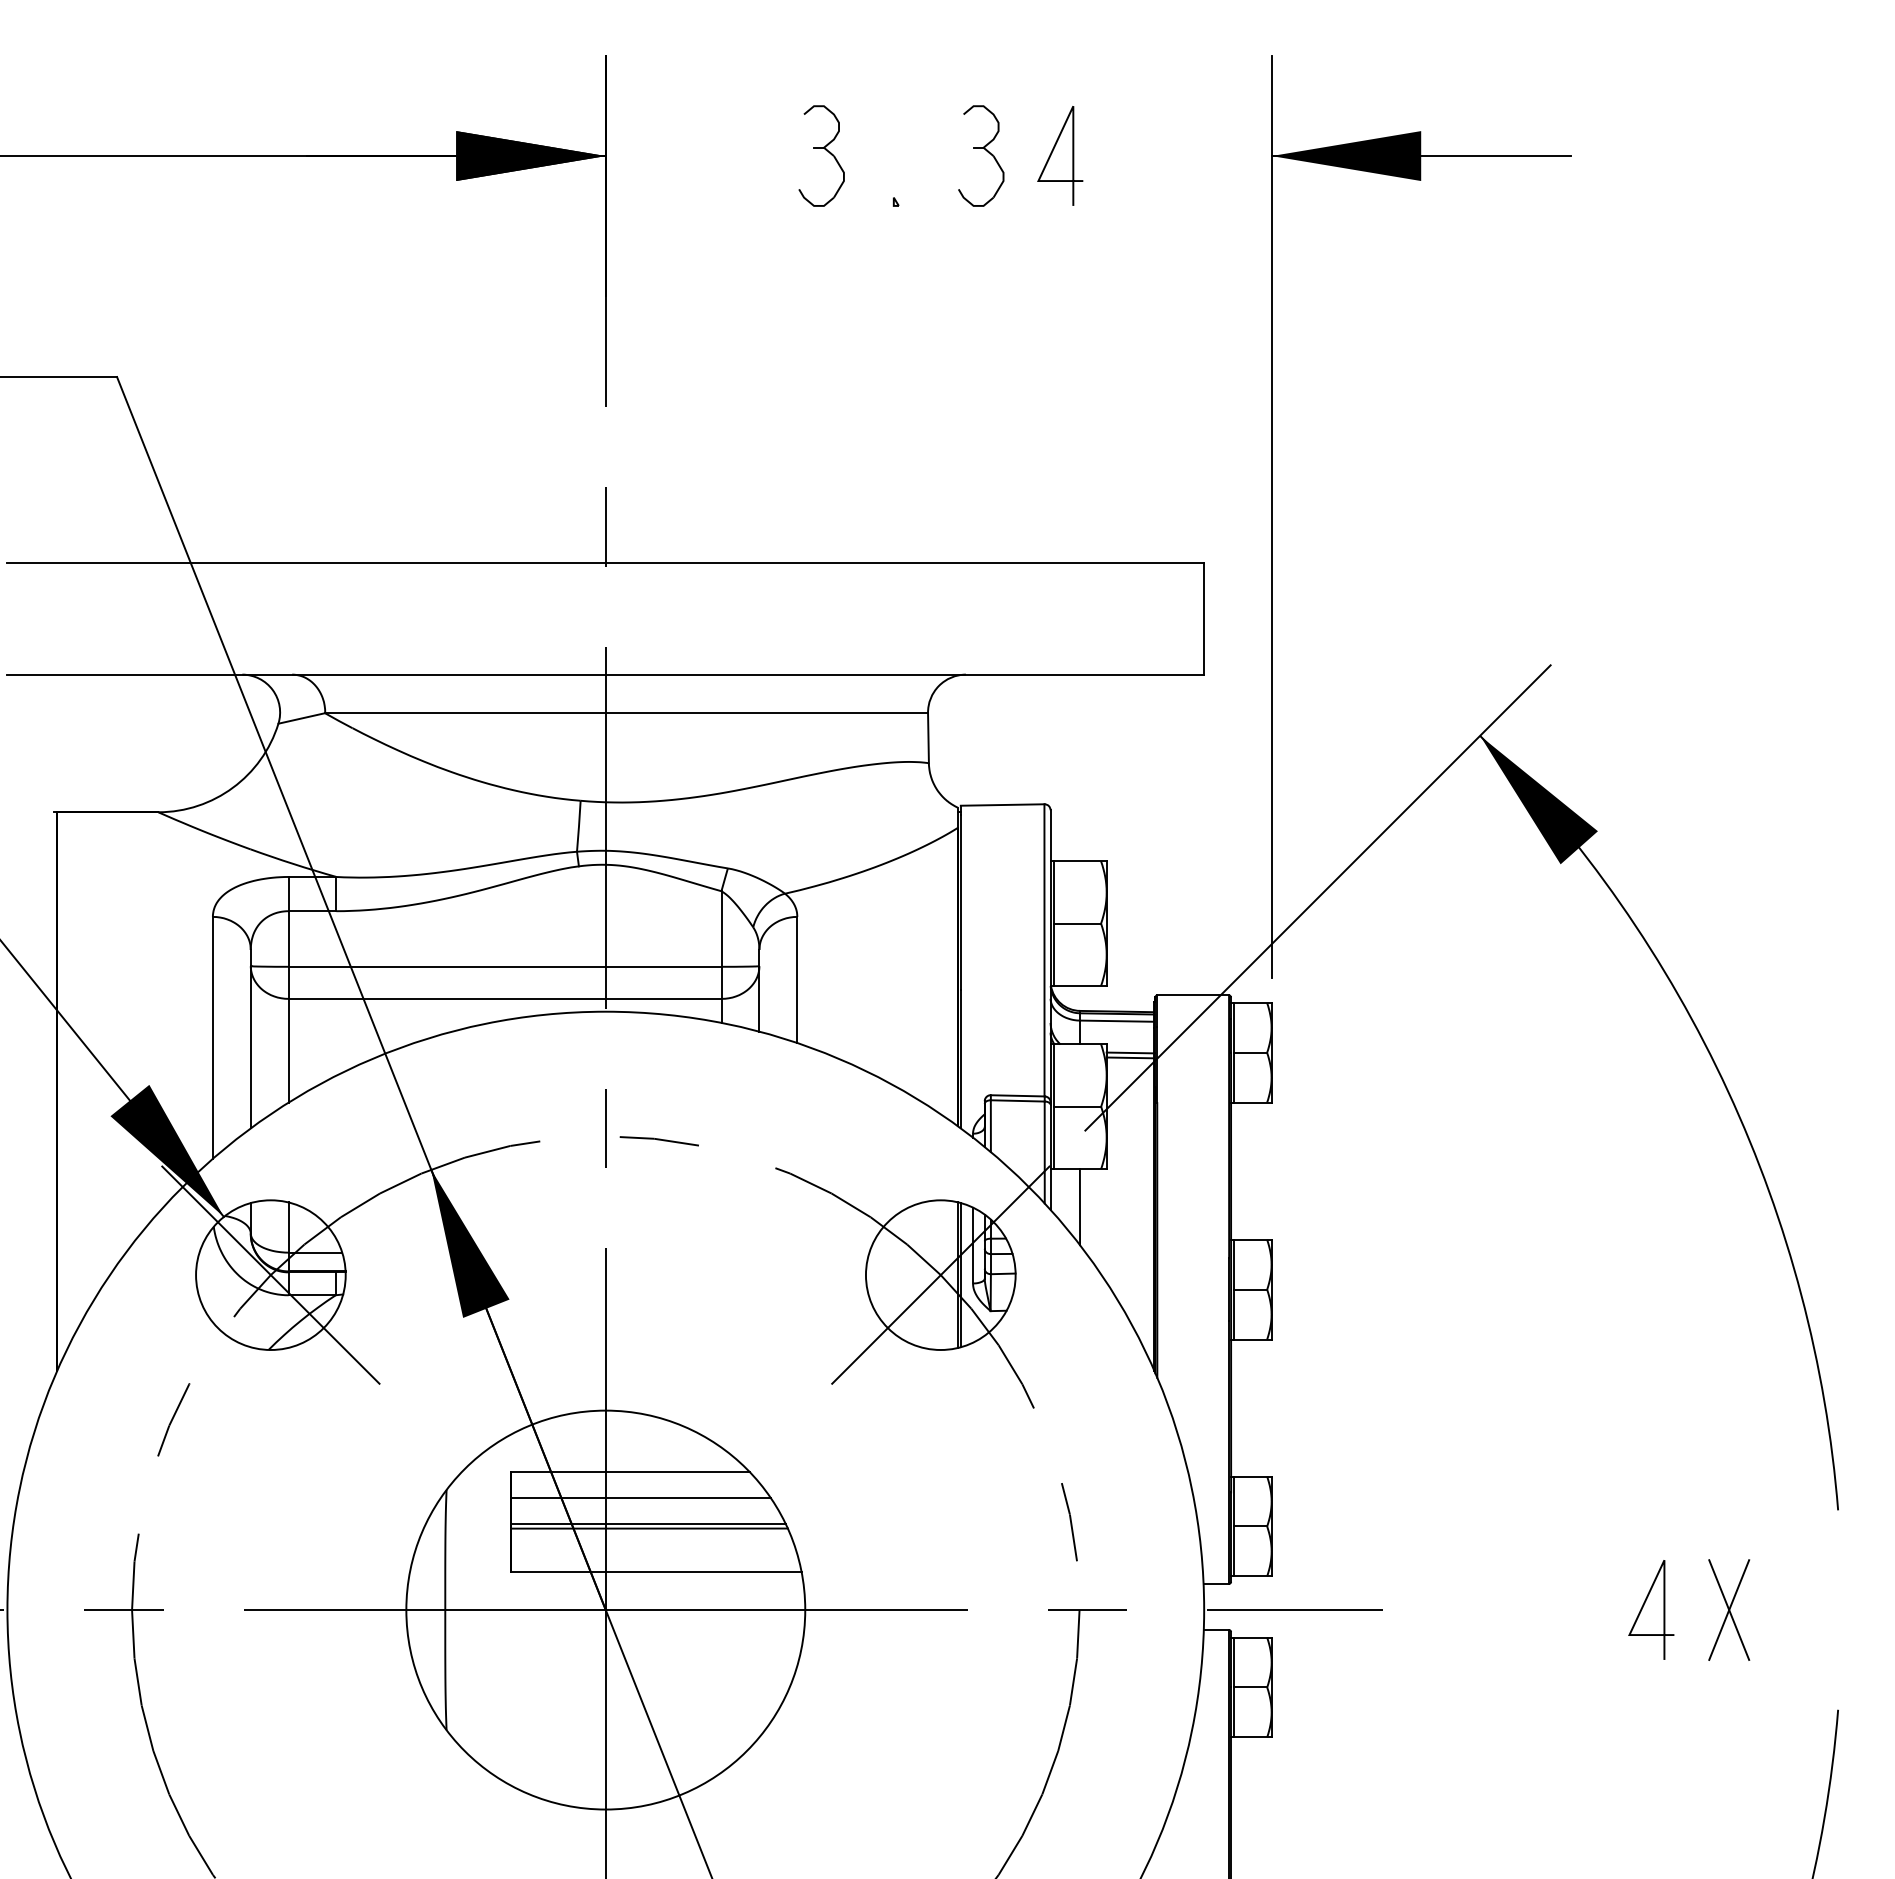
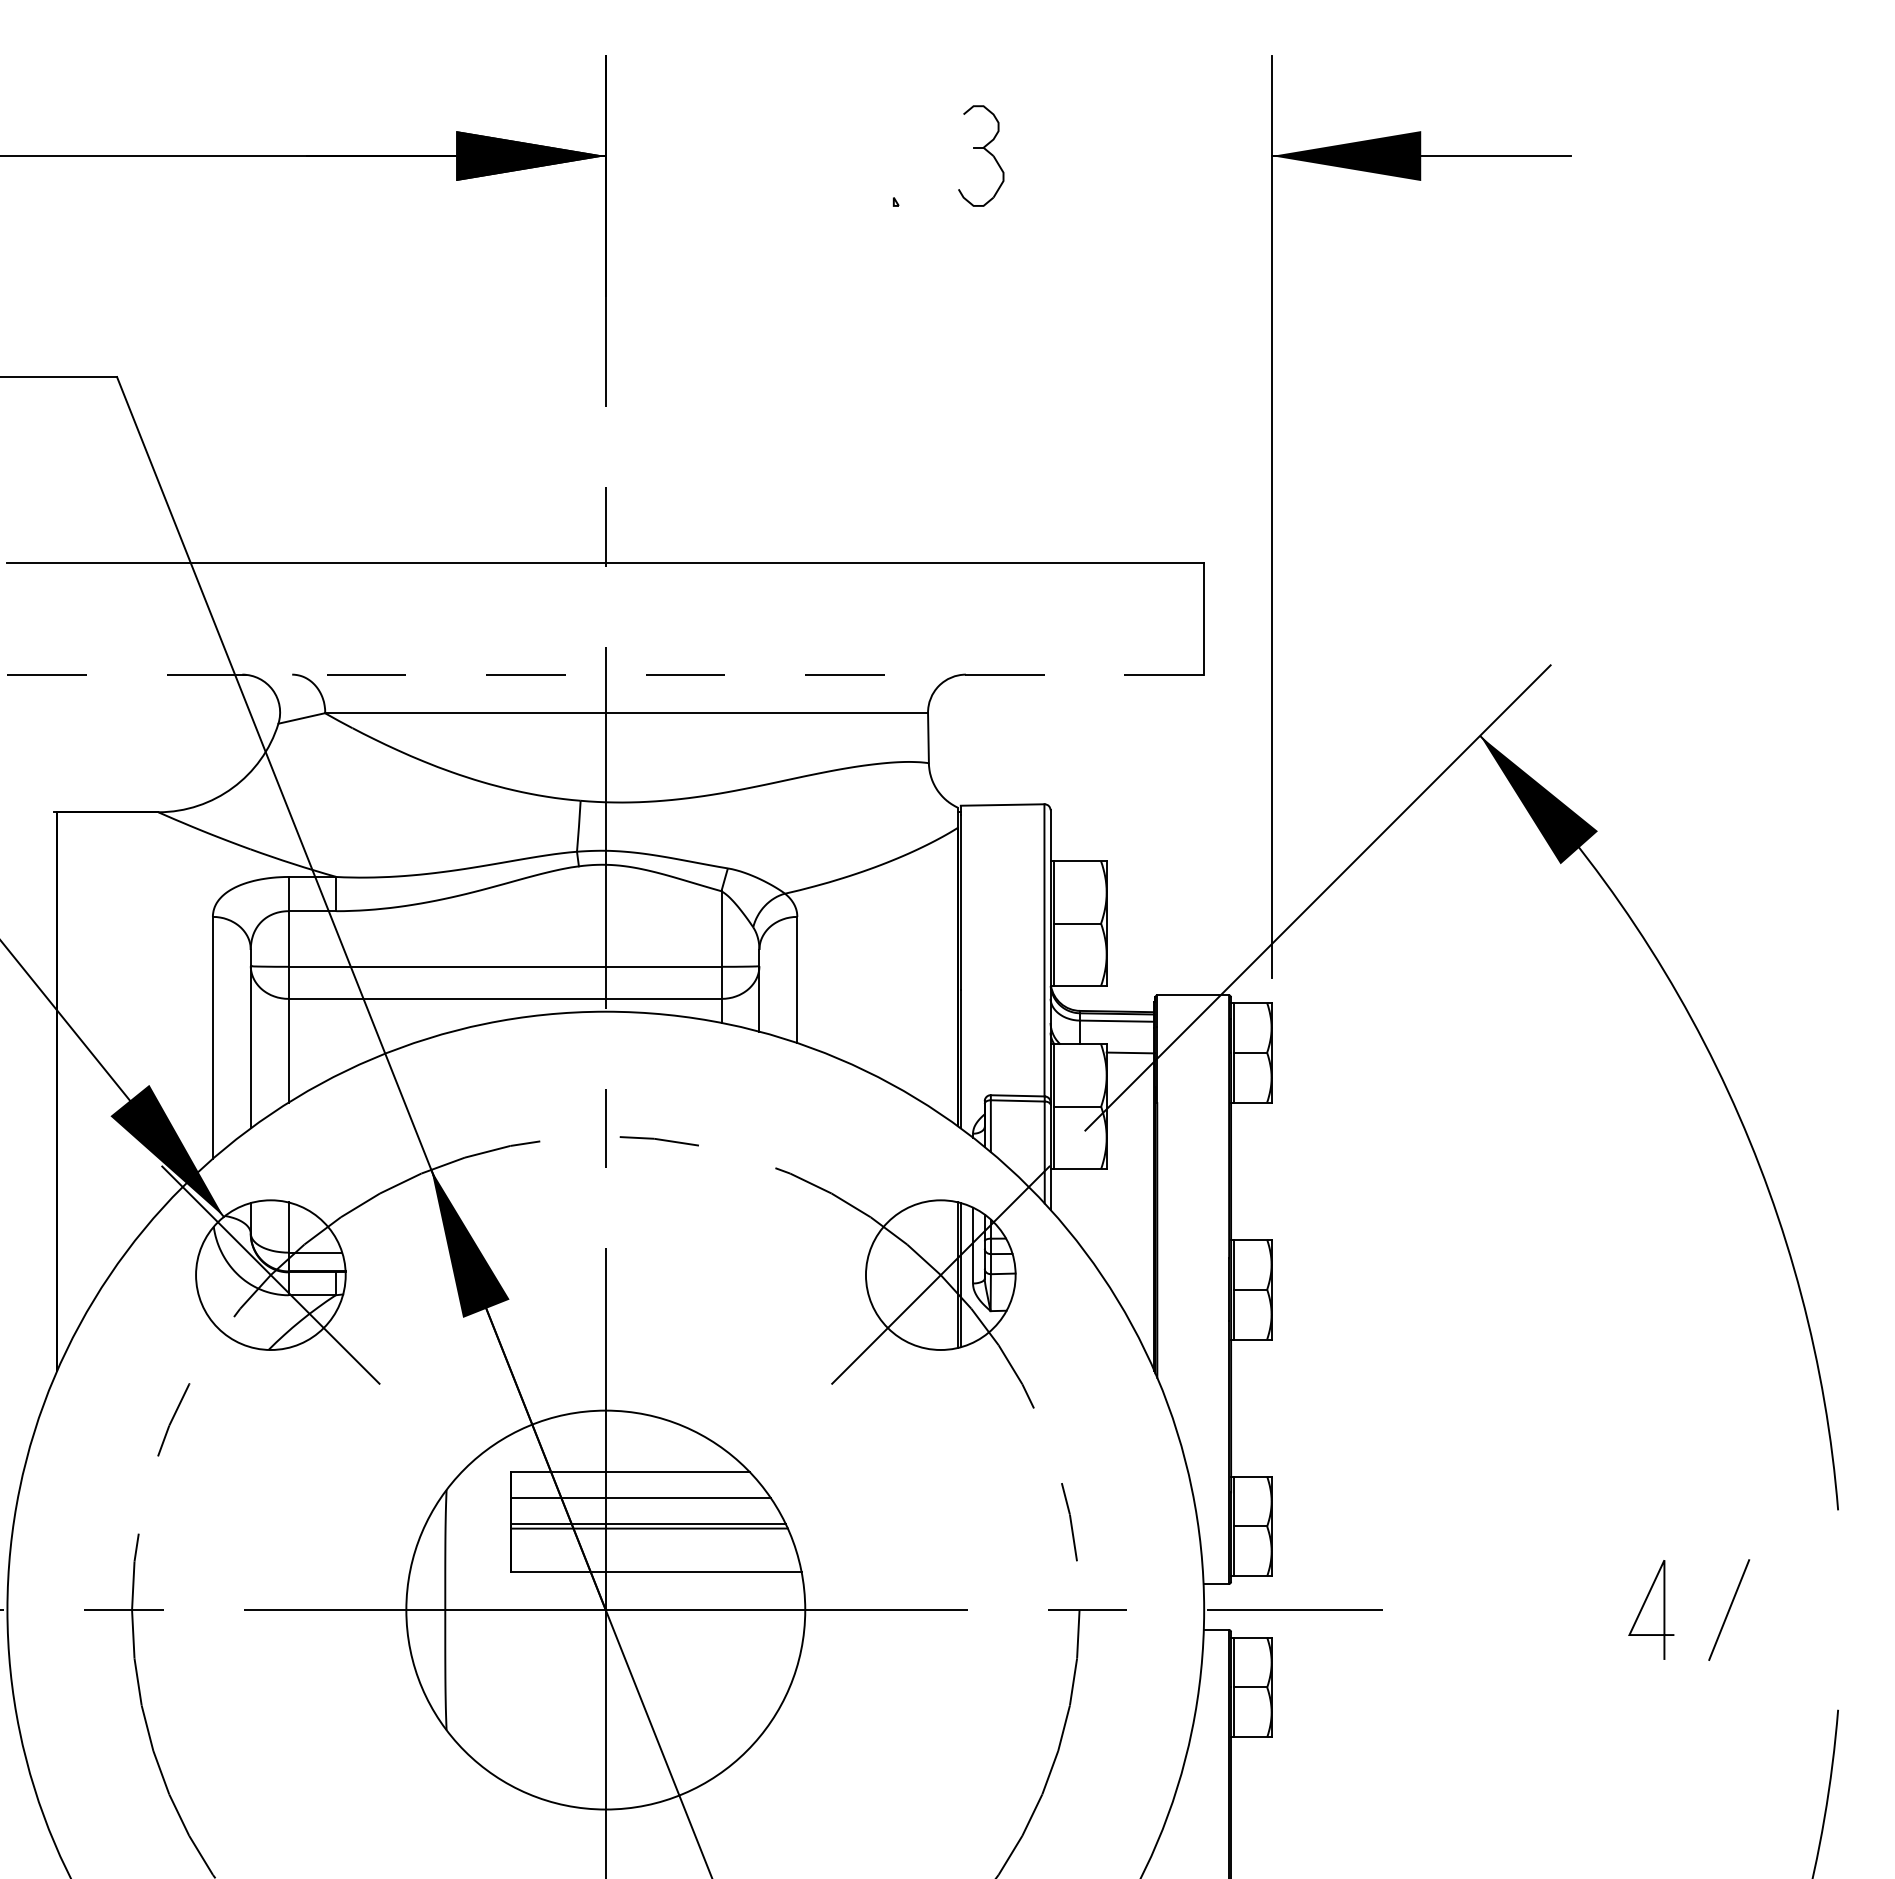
part at (825, 150): present -> none
line at (1053, 151): present -> none
line at (606, 674): solid -> dashed
line at (1130, 1057): present -> none
line at (1079, 1207): present -> none
line at (1729, 1609): present -> none
